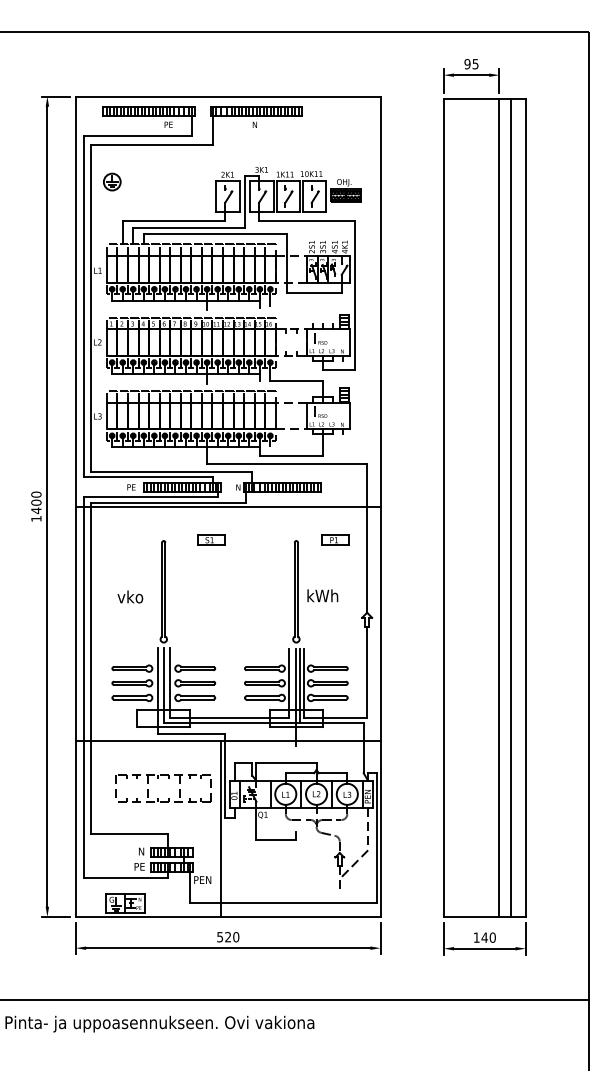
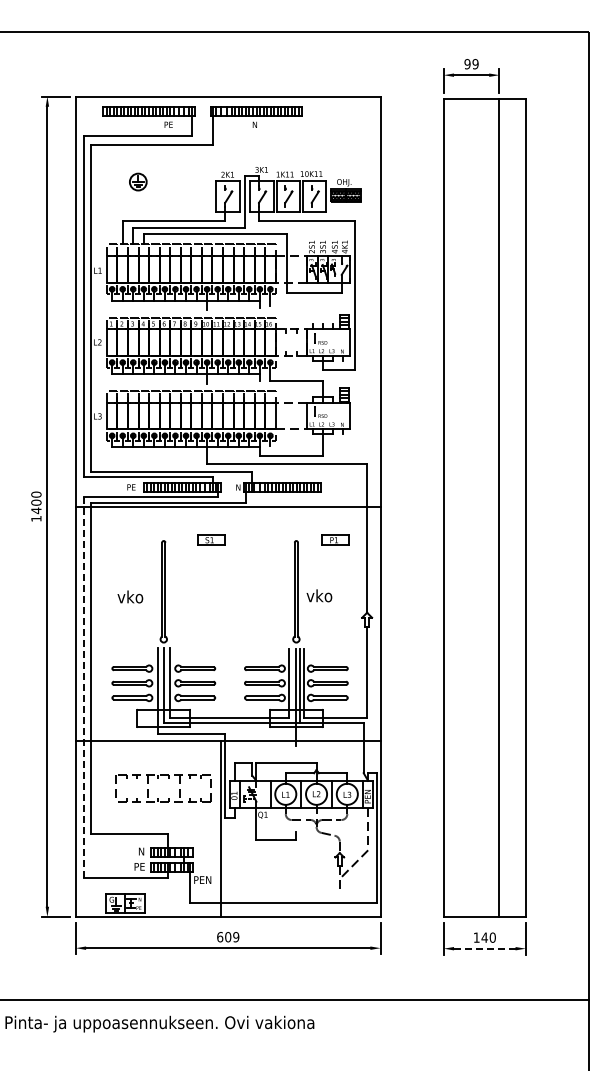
text at (475, 64): 95 -> 99
part at (112, 181) position: (112, 181) -> (138, 181)
line at (511, 507): present -> none
text at (322, 595): kWh -> vko
line at (84, 687): solid -> dashed
text at (228, 937): 520 -> 609
line at (484, 948): solid -> dashed
